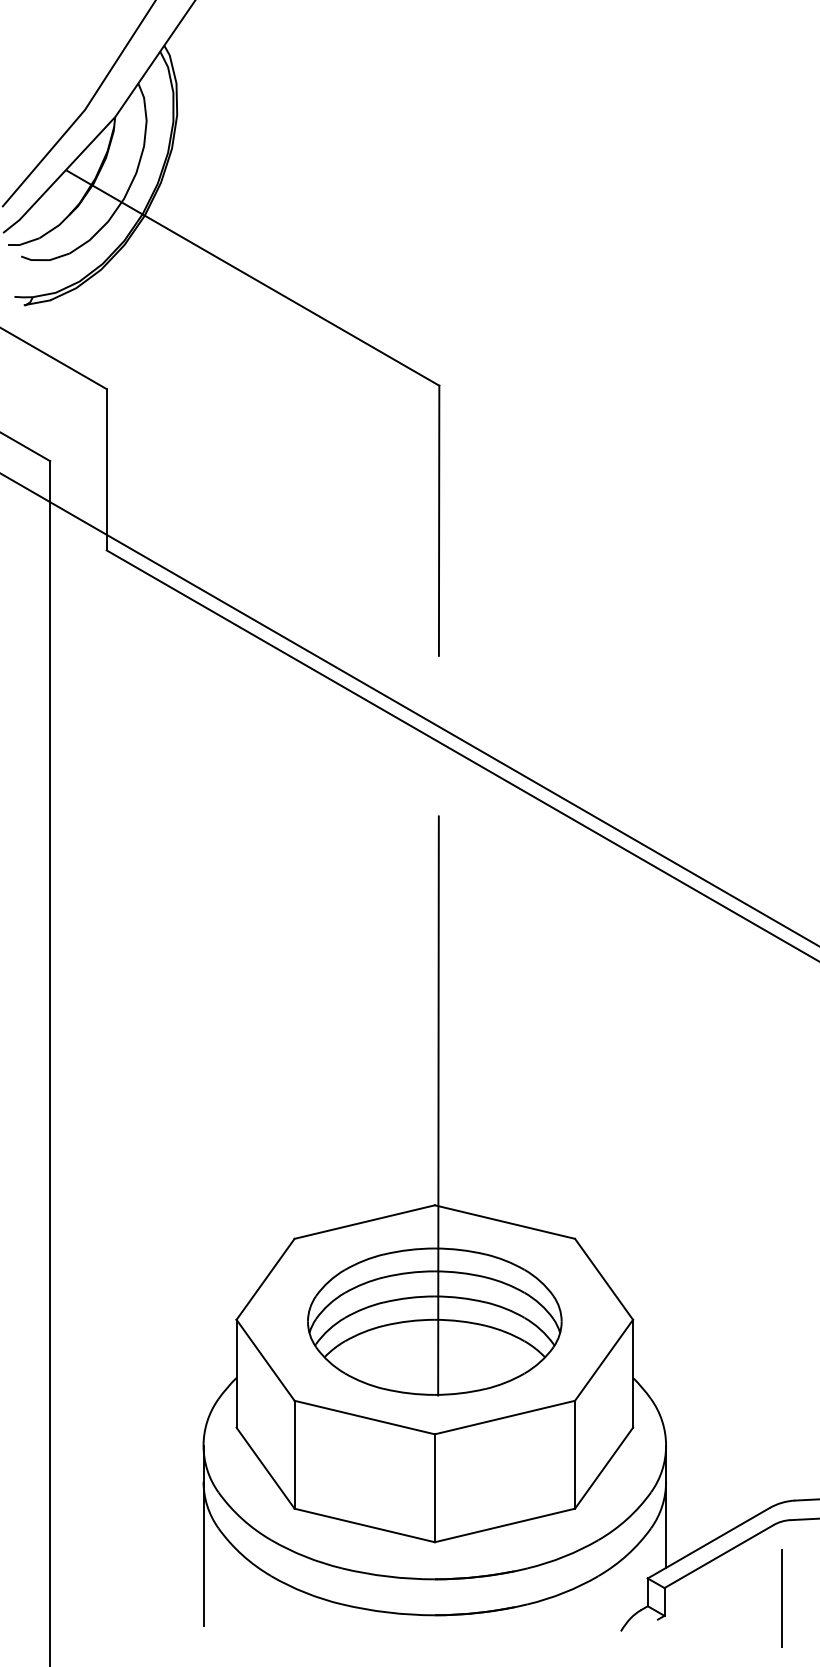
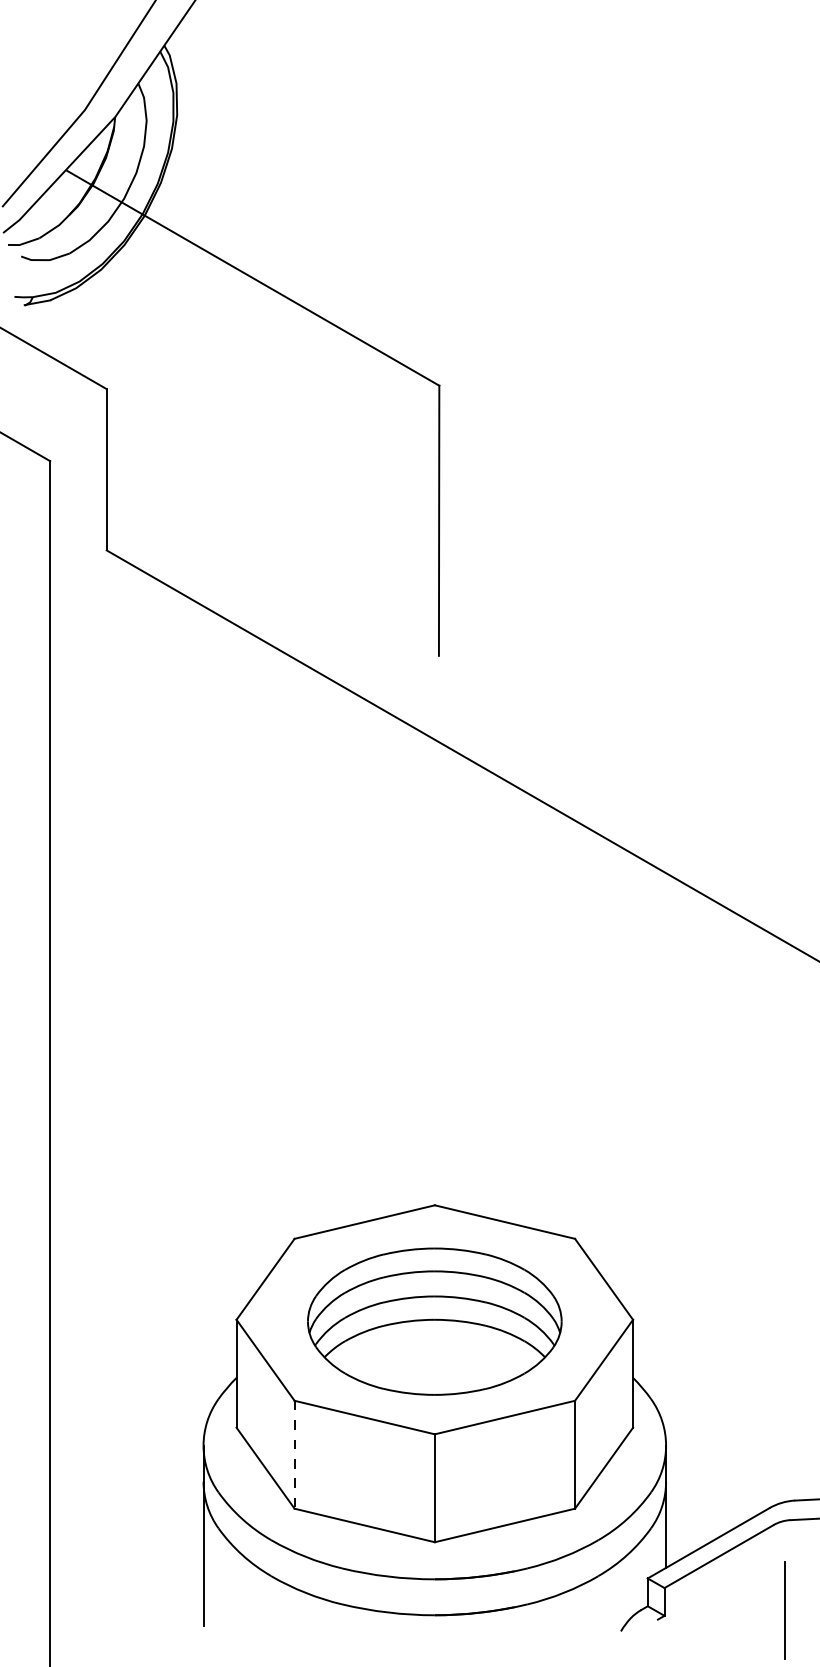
line at (409, 709): present -> none
line at (438, 1105): present -> none
line at (294, 1454): solid -> dashed
line at (781, 1598) position: (781, 1598) -> (784, 1610)
